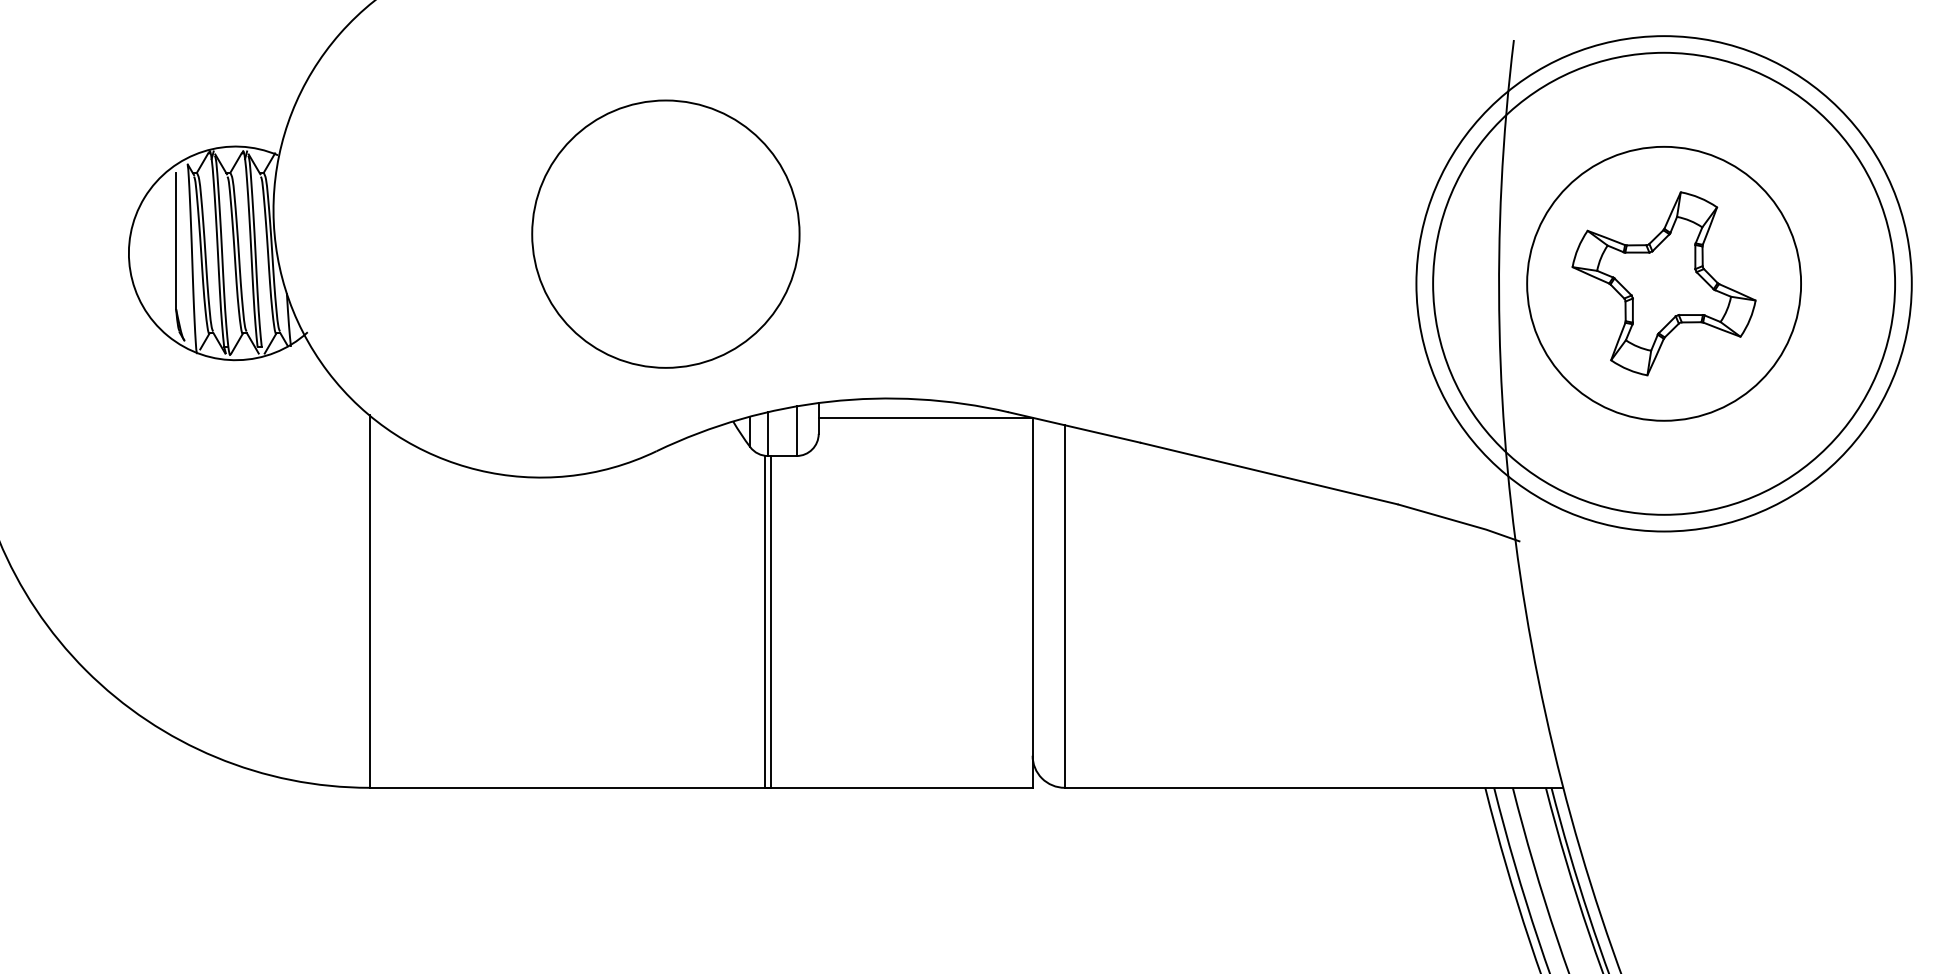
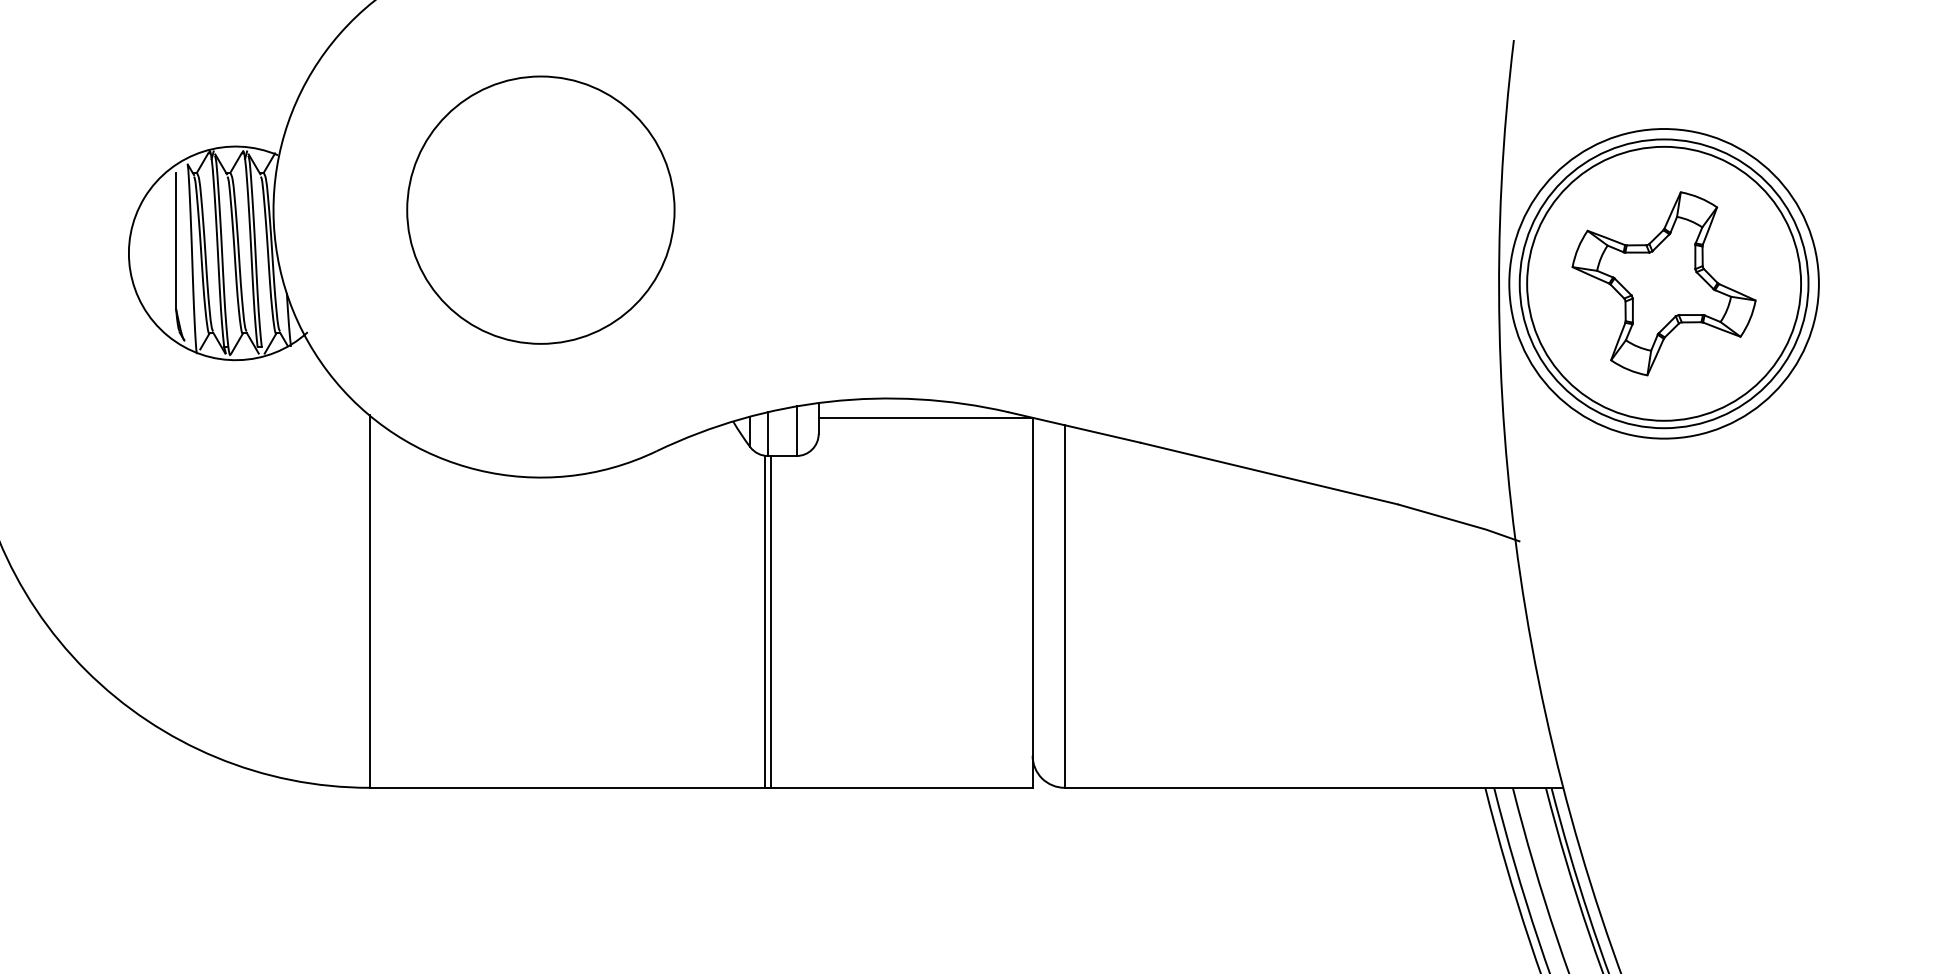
circle at (665, 233) position: (665, 233) -> (540, 209)
circle at (1663, 283) diameter: 495 px -> 310 px
circle at (1664, 283) diameter: 462 px -> 289 px
